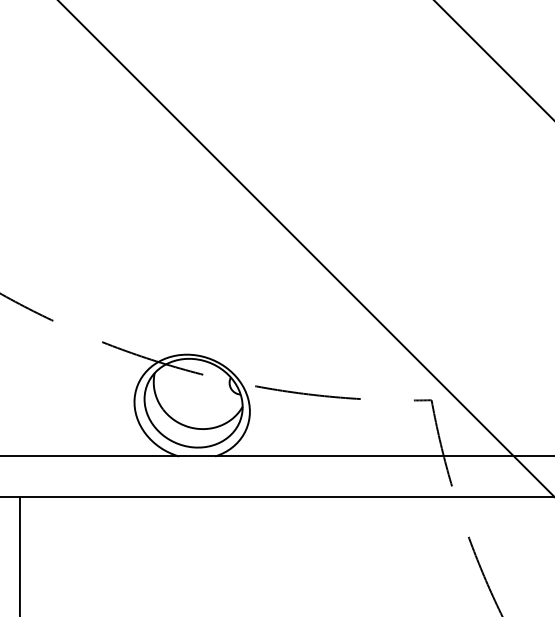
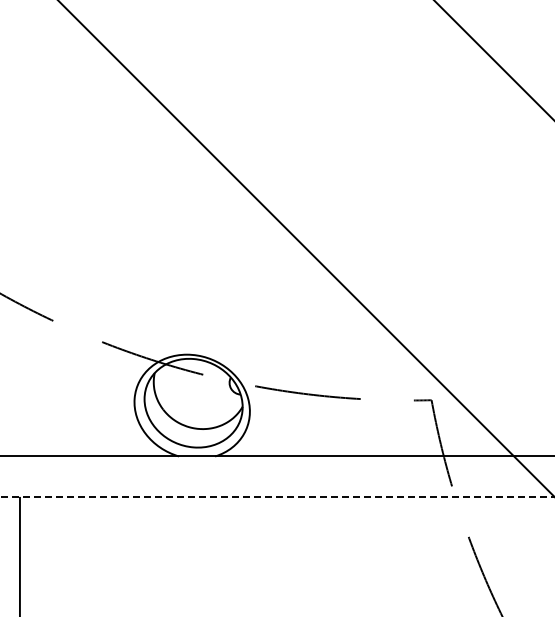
line at (277, 496): solid -> dashed
